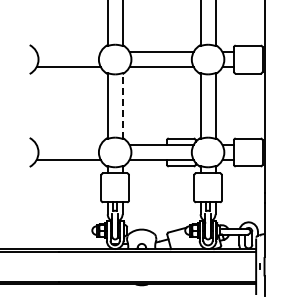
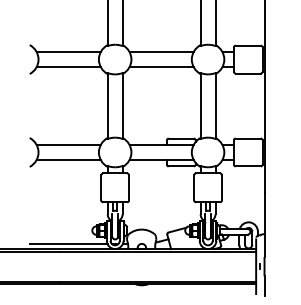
line at (68, 52): none -> present
line at (122, 106): dashed -> solid
line at (68, 145): none -> present
line at (68, 244): none -> present
